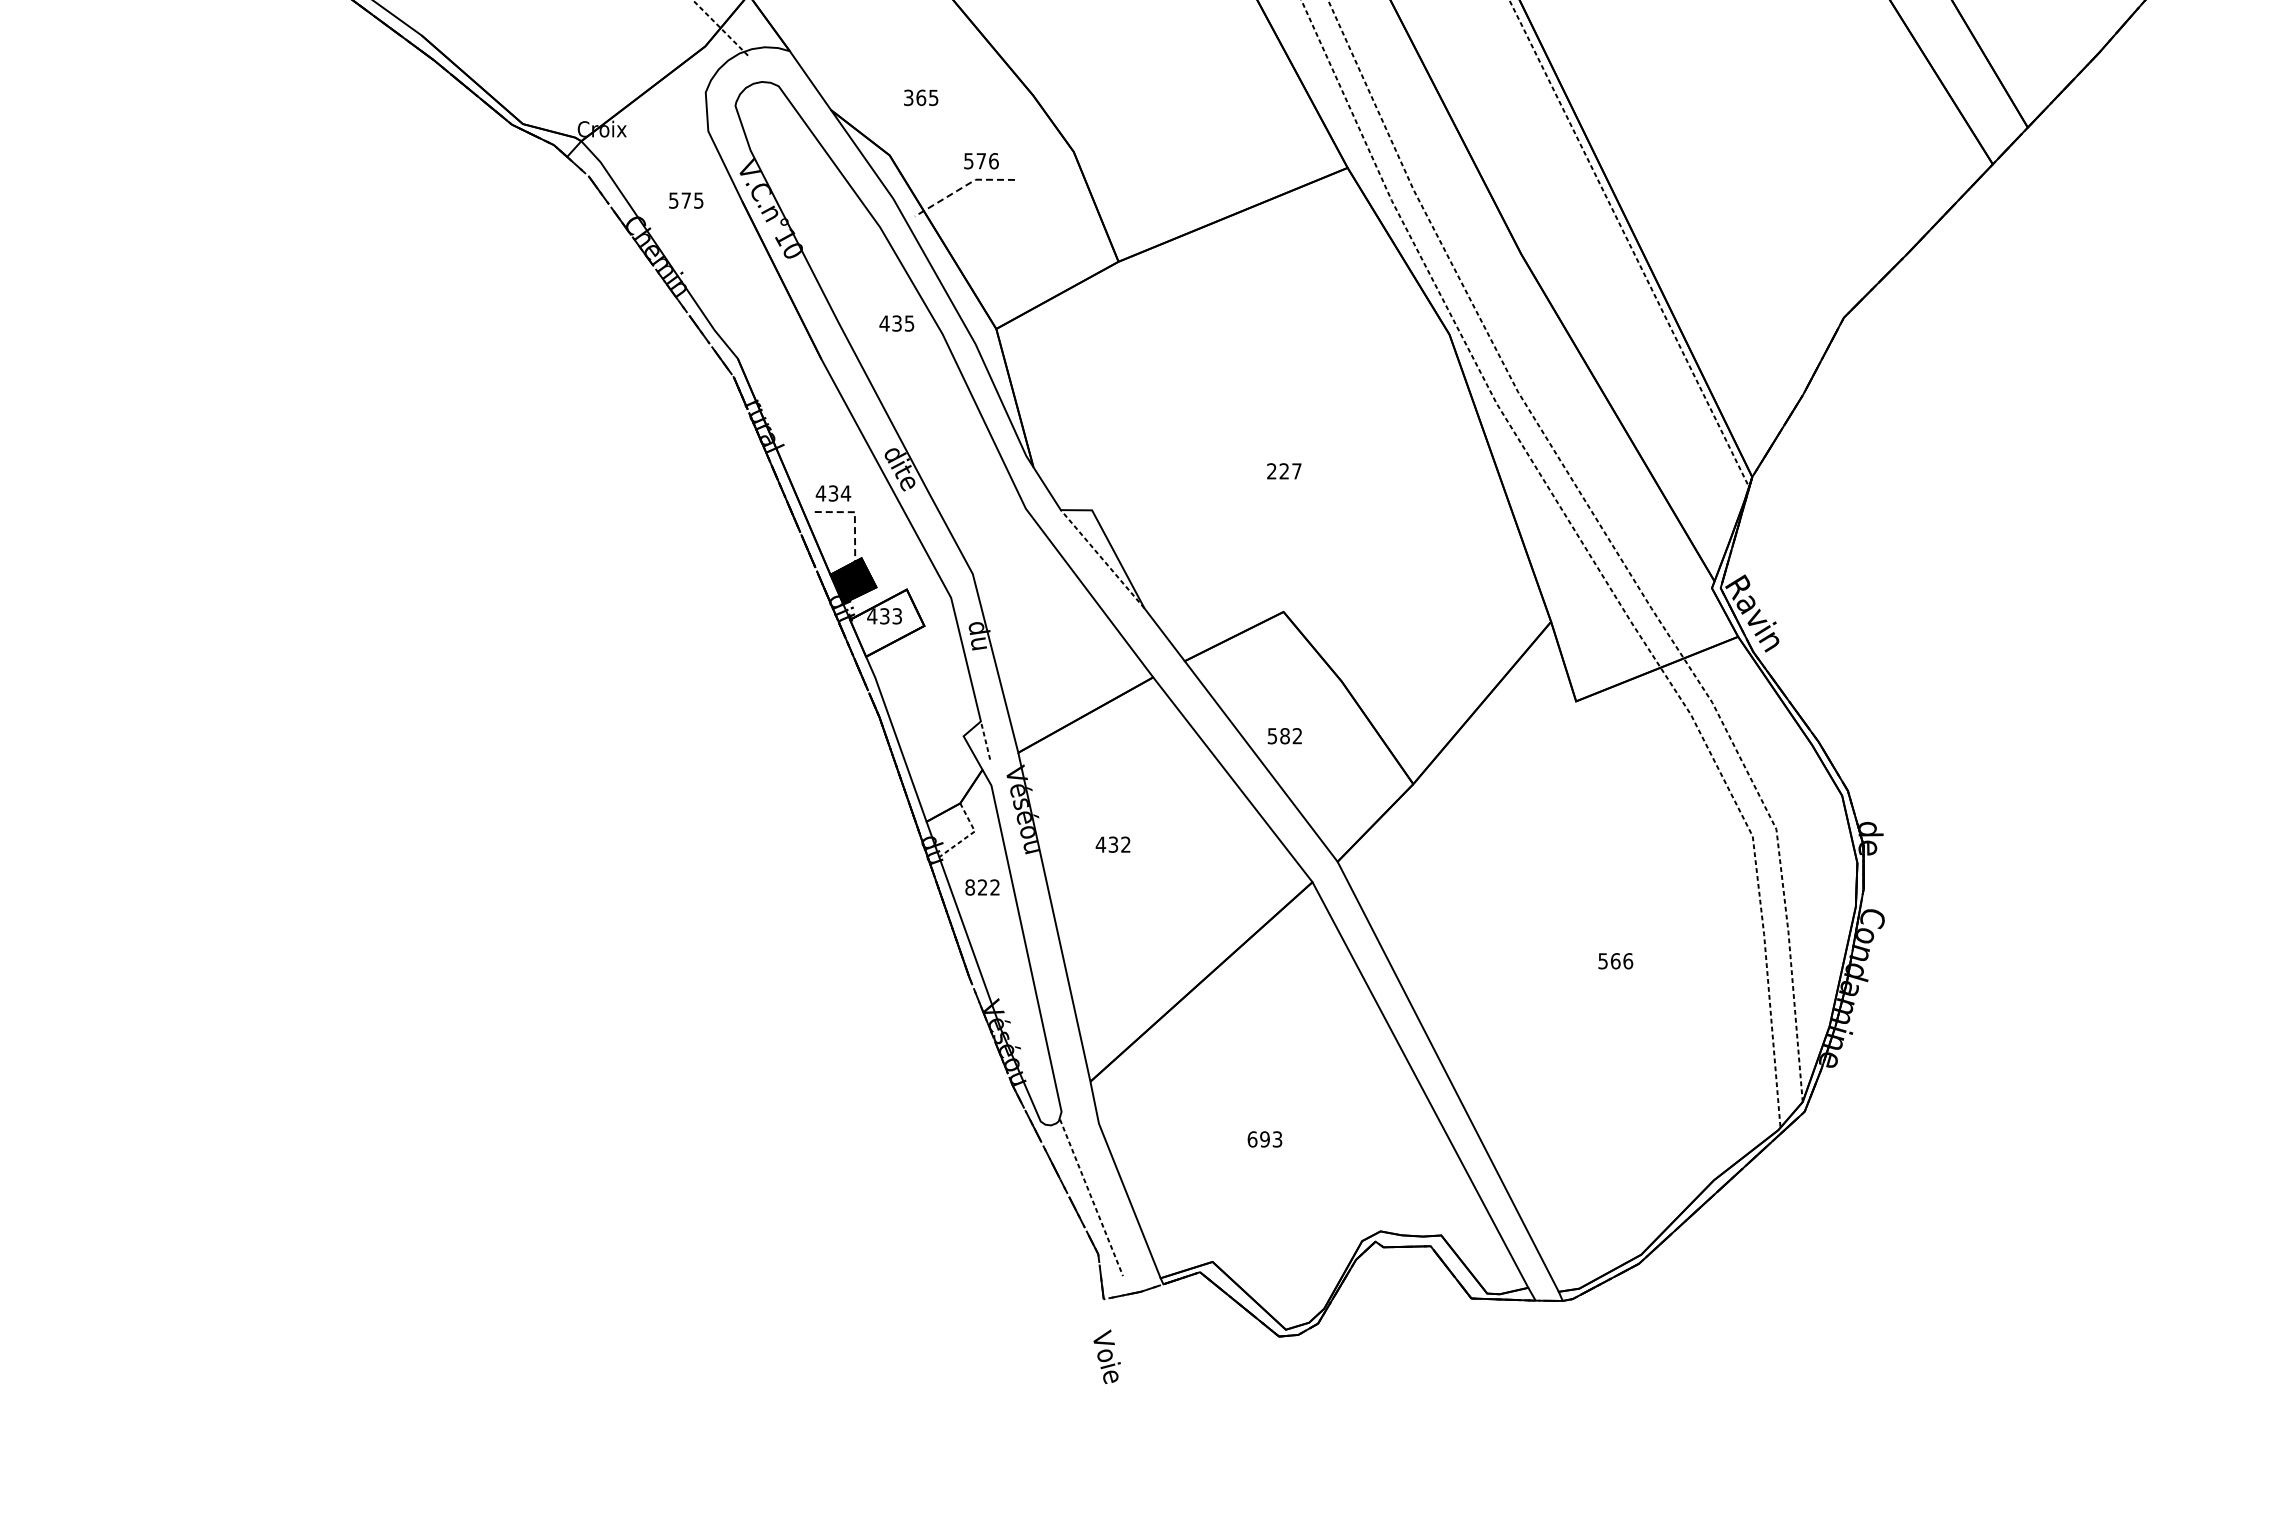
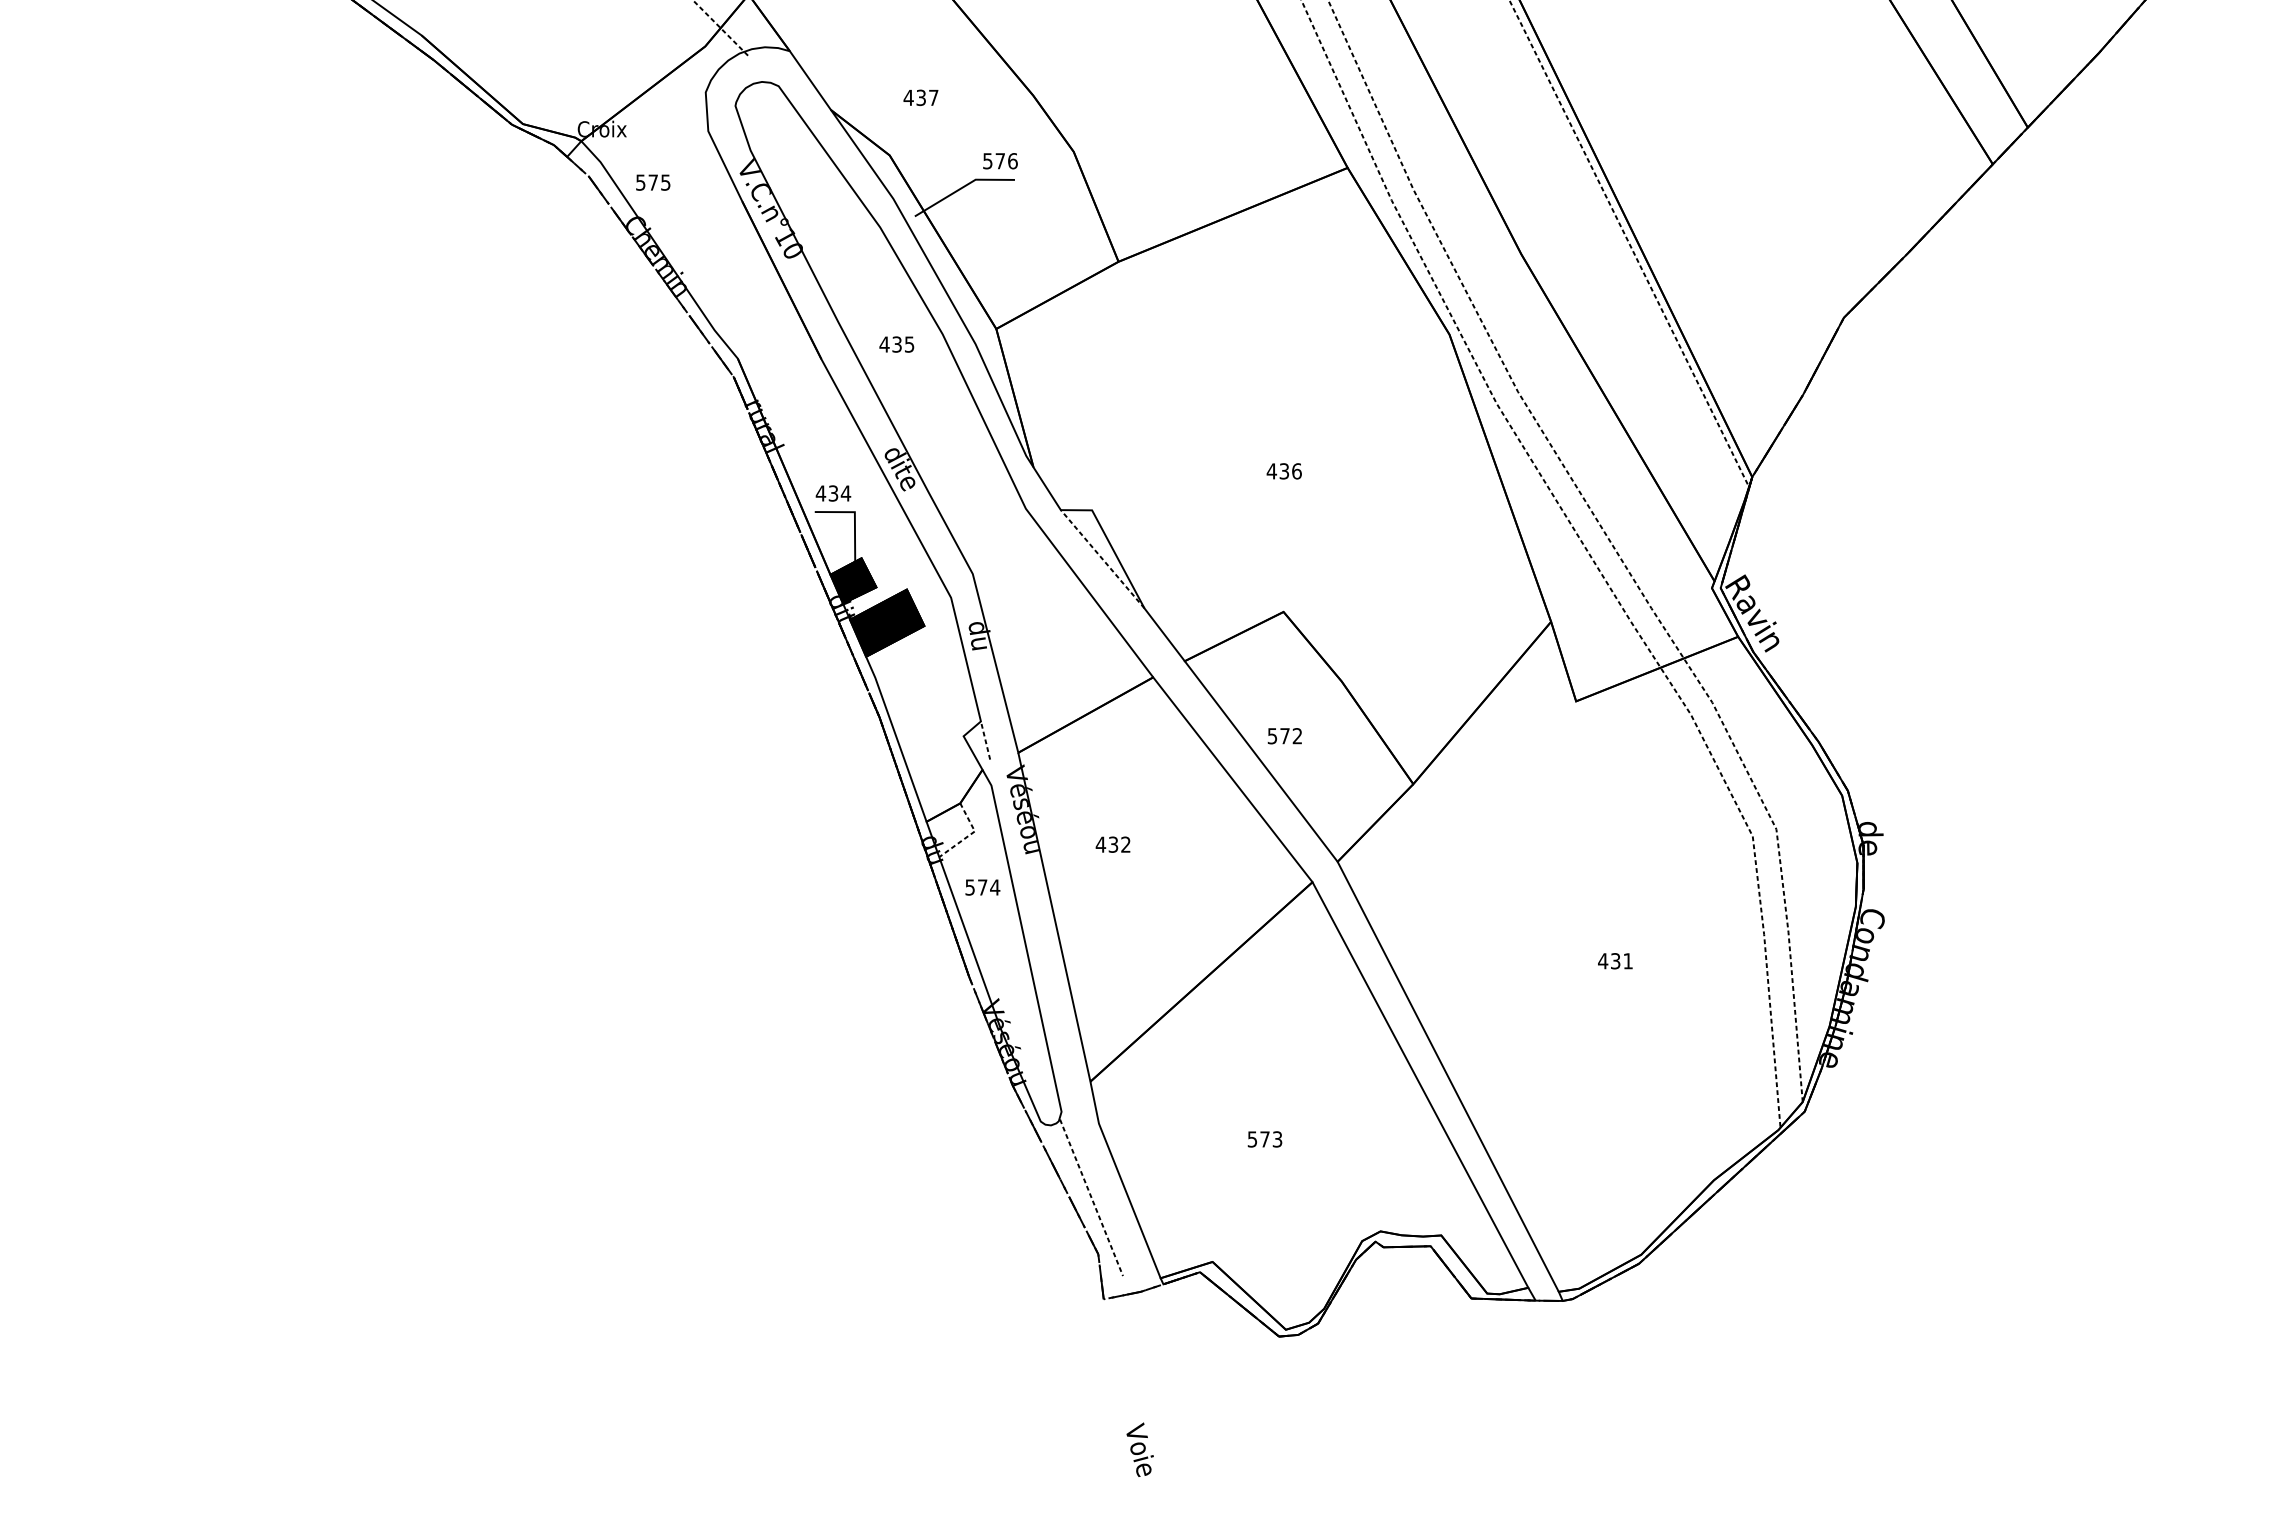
text at (920, 97): 365 -> 437
text at (981, 161) position: (981, 161) -> (1000, 161)
line at (962, 187): dashed -> solid
text at (686, 200) position: (686, 200) -> (653, 182)
text at (896, 323) position: (896, 323) -> (896, 344)
text at (1283, 471): 227 -> 436
line at (854, 520): dashed -> solid
fill at (887, 622): none -> present
text at (1284, 736): 582 -> 572
text at (982, 887): 822 -> 574
text at (1615, 961): 566 -> 431
text at (1258, 1139): 693 -> 573
text at (1106, 1356) position: (1106, 1356) -> (1139, 1449)
